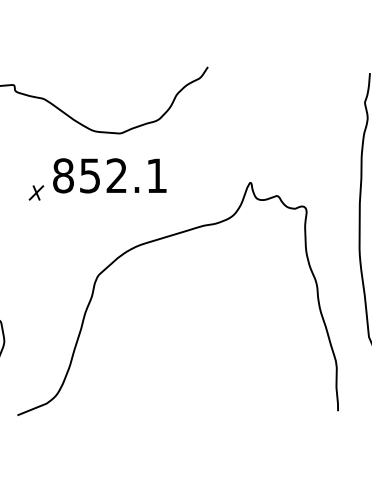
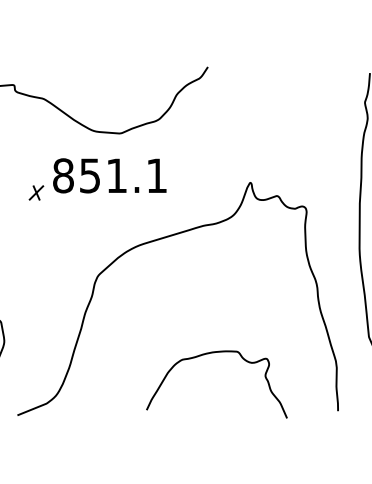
text at (116, 175): 852.1 -> 851.1
curve at (208, 354): none -> present
